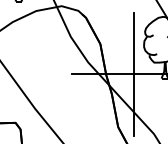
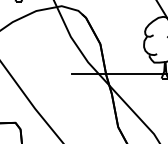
line at (133, 73): present -> none
